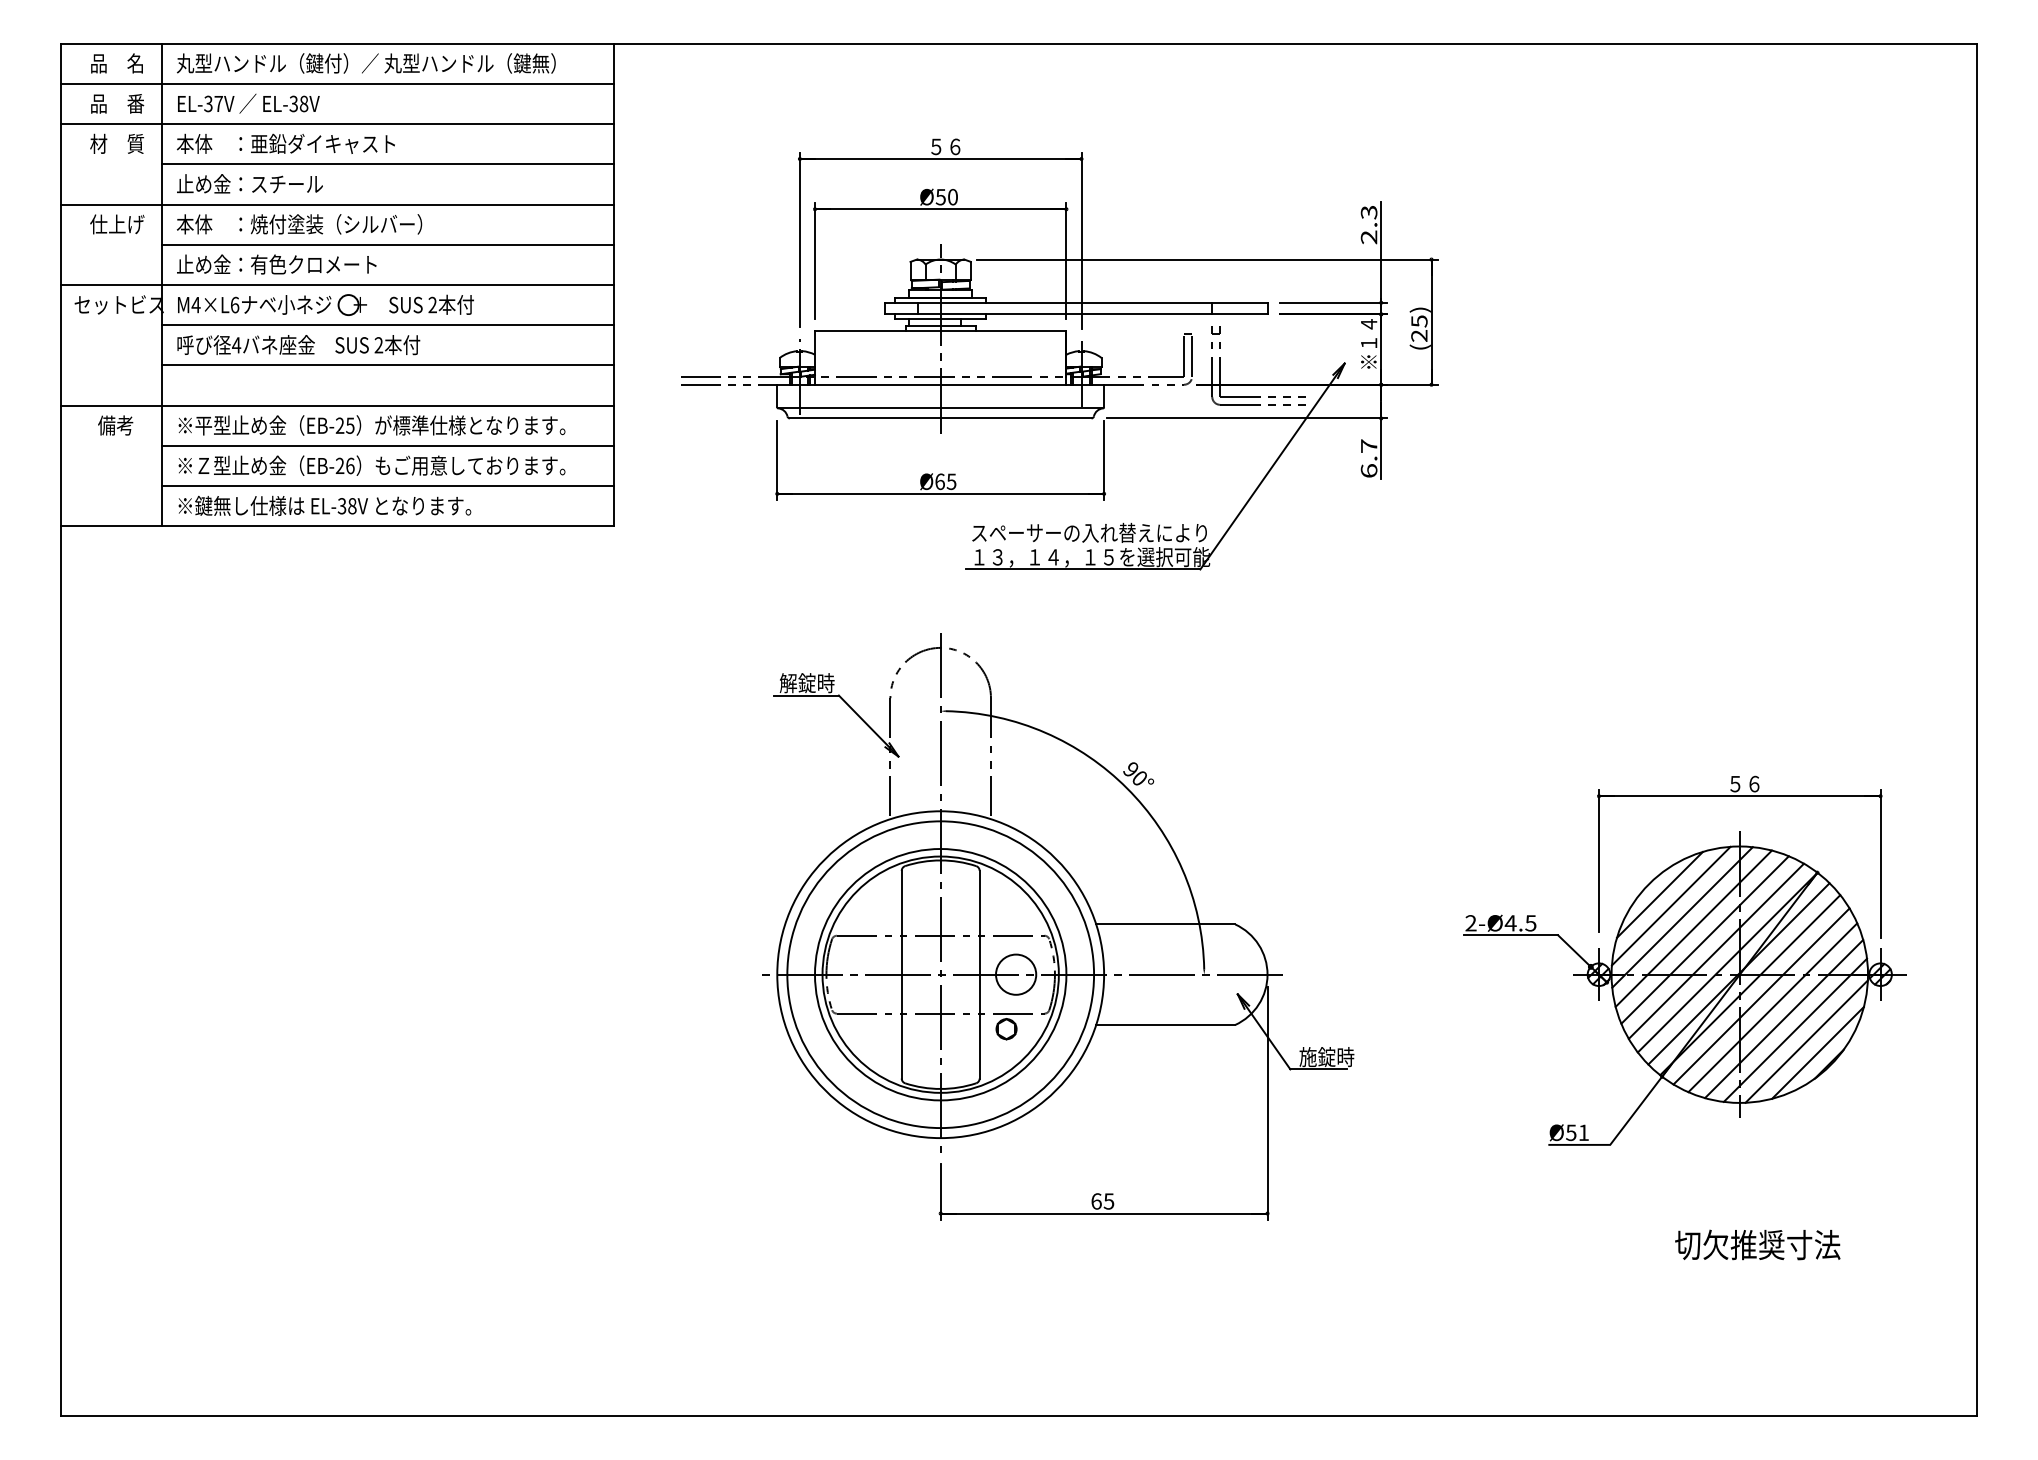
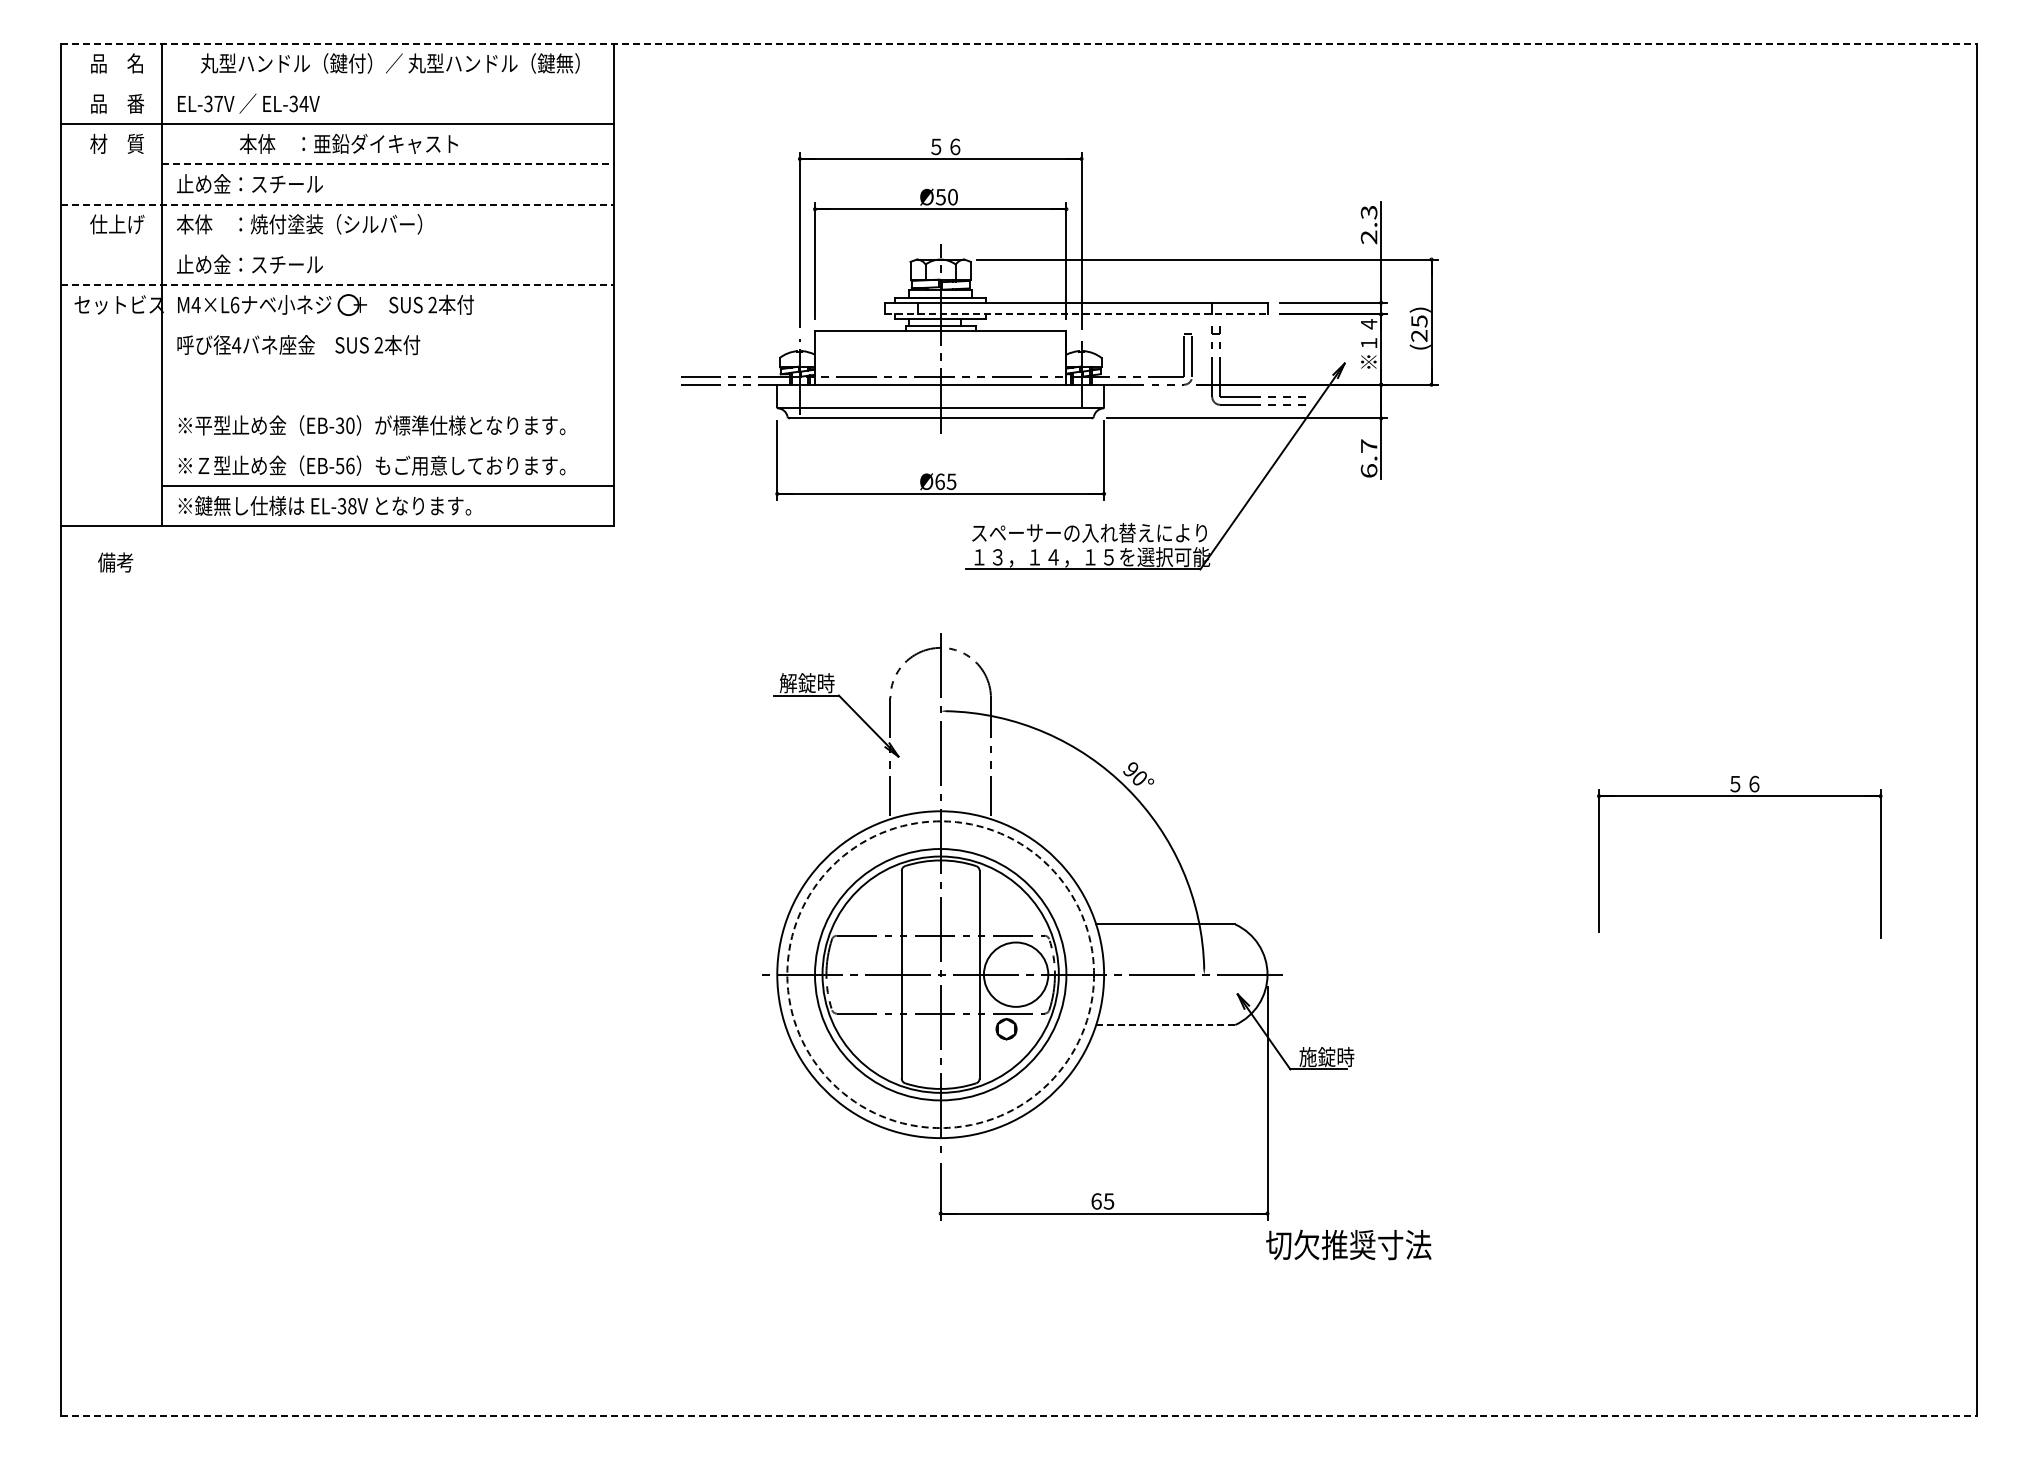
line at (1018, 43): solid -> dashed
text at (366, 63) position: (366, 63) -> (390, 63)
line at (337, 83): present -> none
text at (303, 103): EL-38V -> EL-34V
text at (285, 143) position: (285, 143) -> (348, 143)
line at (388, 164): solid -> dashed
line at (337, 204): solid -> dashed
line at (387, 244): present -> none
text at (313, 264): 止め金：有色クロメート -> 止め金：スチール
line at (337, 285): solid -> dashed
line at (1076, 314): solid -> dashed
line at (387, 325): present -> none
line at (387, 365): present -> none
line at (337, 405): present -> none
text at (115, 425) position: (115, 425) -> (115, 562)
text at (344, 425): EB-25 -> EB-30
line at (387, 445): present -> none
text at (339, 465): EB-26 -> EB-56
circle at (940, 974): solid -> dashed
circle at (1016, 974) diameter: 40 px -> 64 px
part at (1684, 988): present -> none
line at (1165, 1024): solid -> dashed
text at (1757, 1244) position: (1757, 1244) -> (1348, 1244)
line at (1018, 1416): solid -> dashed
